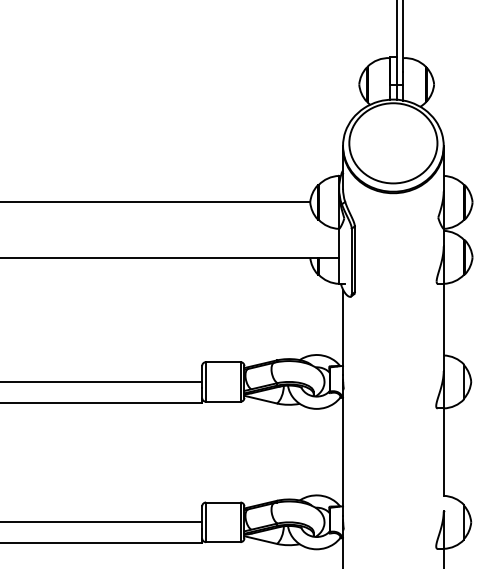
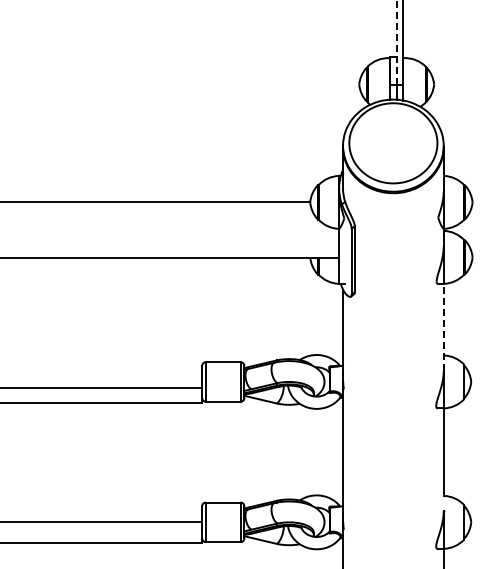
line at (396, 41): solid -> dashed
line at (443, 327): solid -> dashed
line at (102, 381) position: (102, 381) -> (102, 387)
